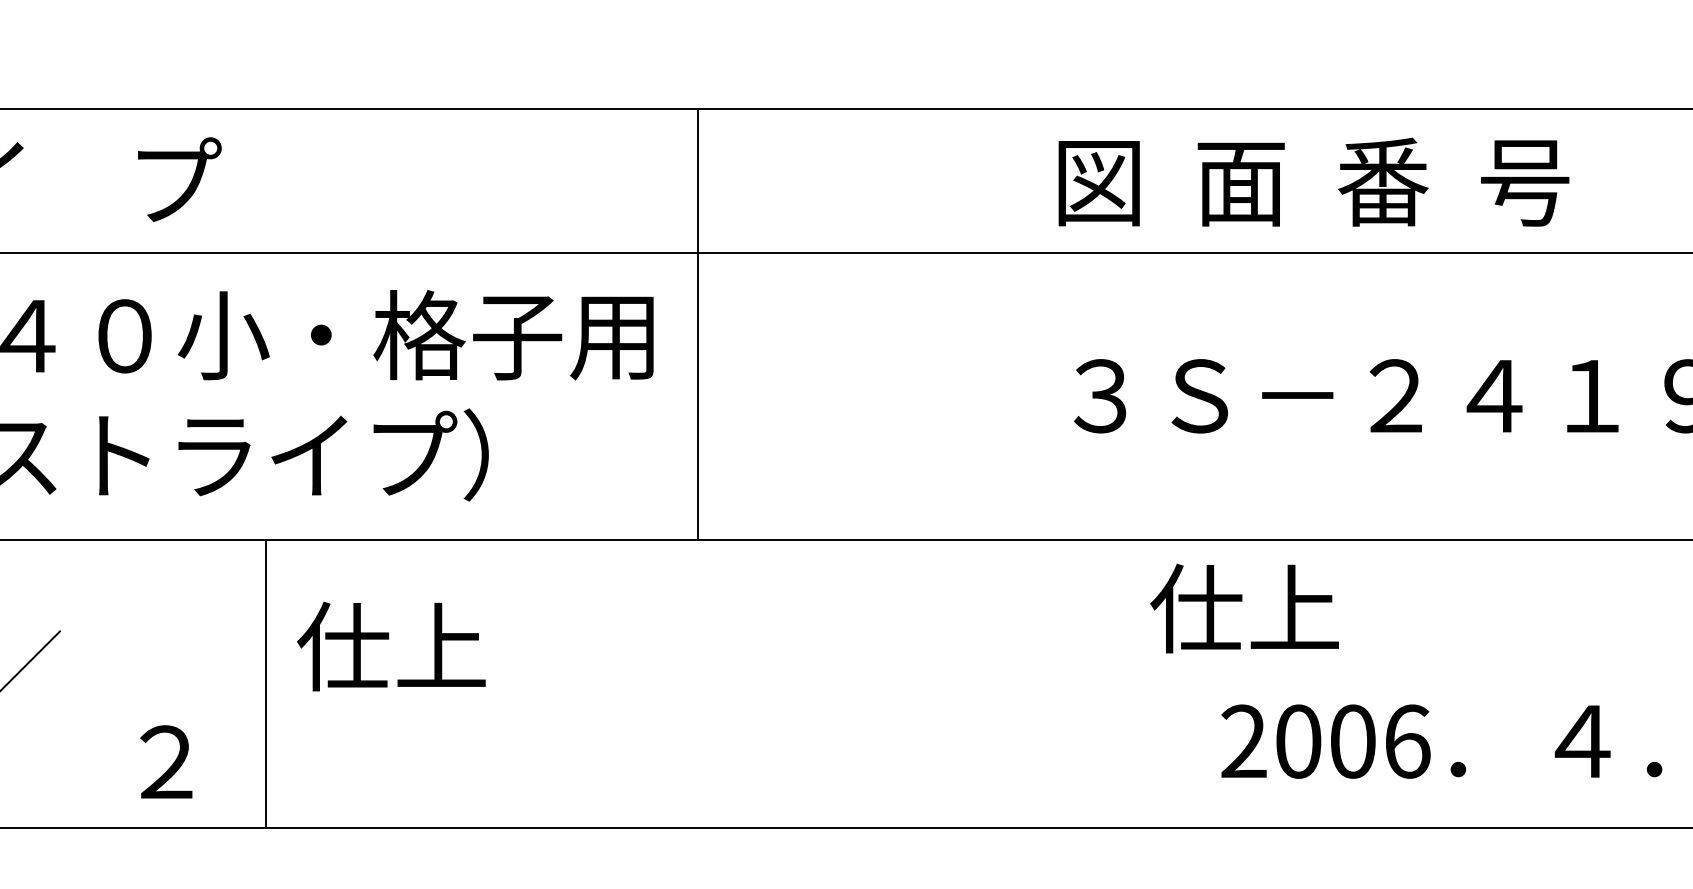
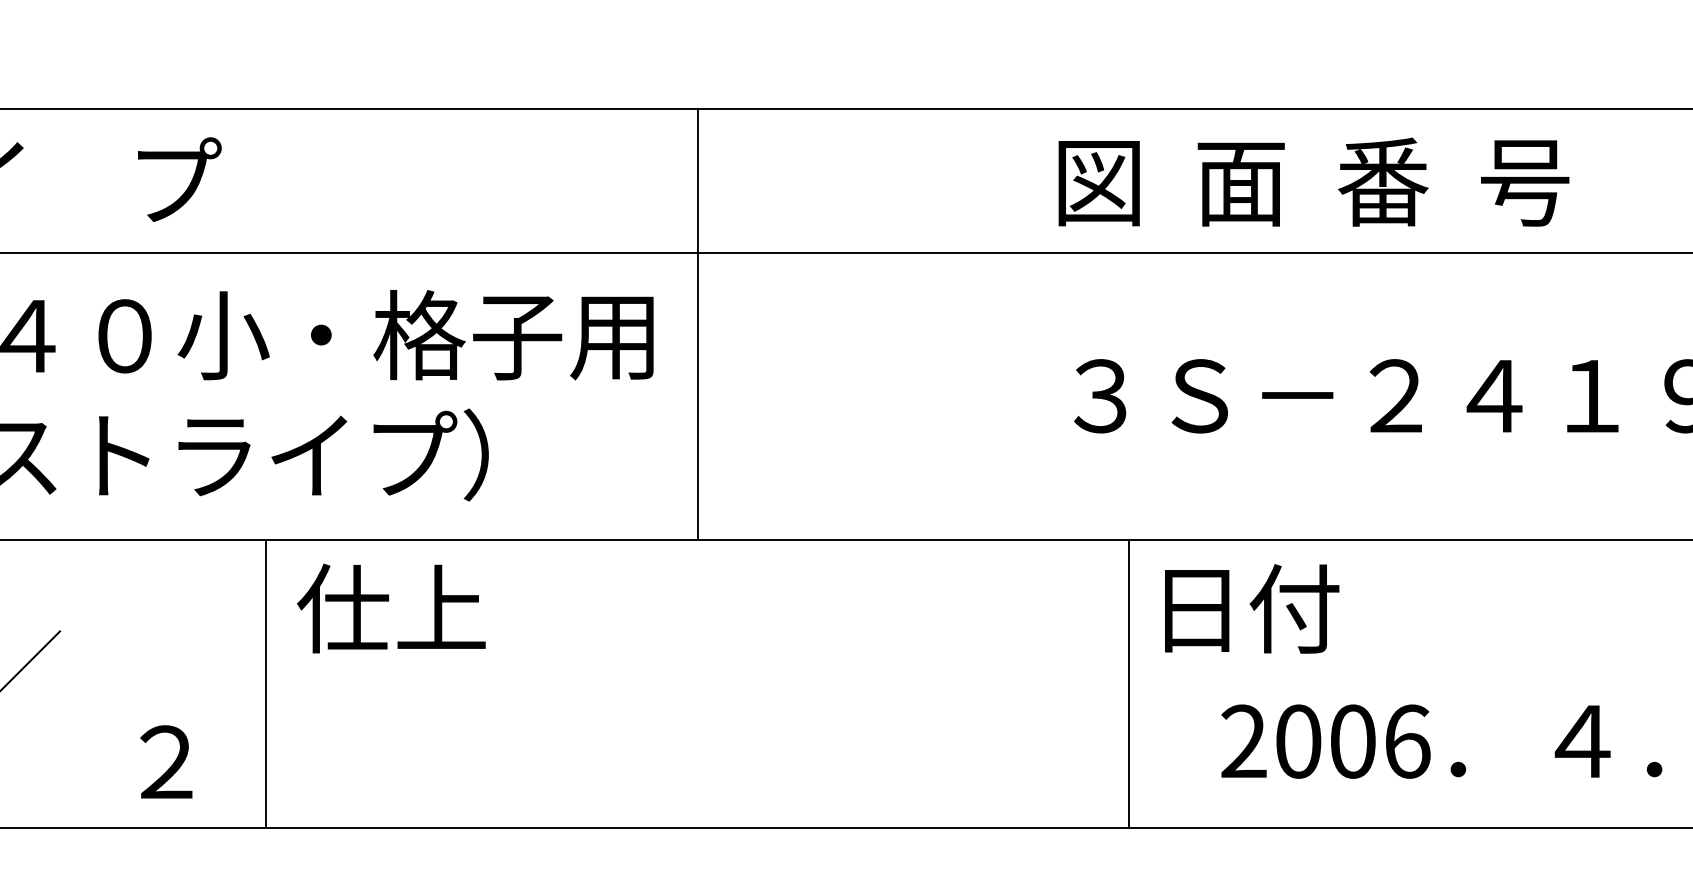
text at (1244, 608): 仕上 -> 日付
text at (391, 646) position: (391, 646) -> (391, 608)
line at (1129, 683): none -> present
